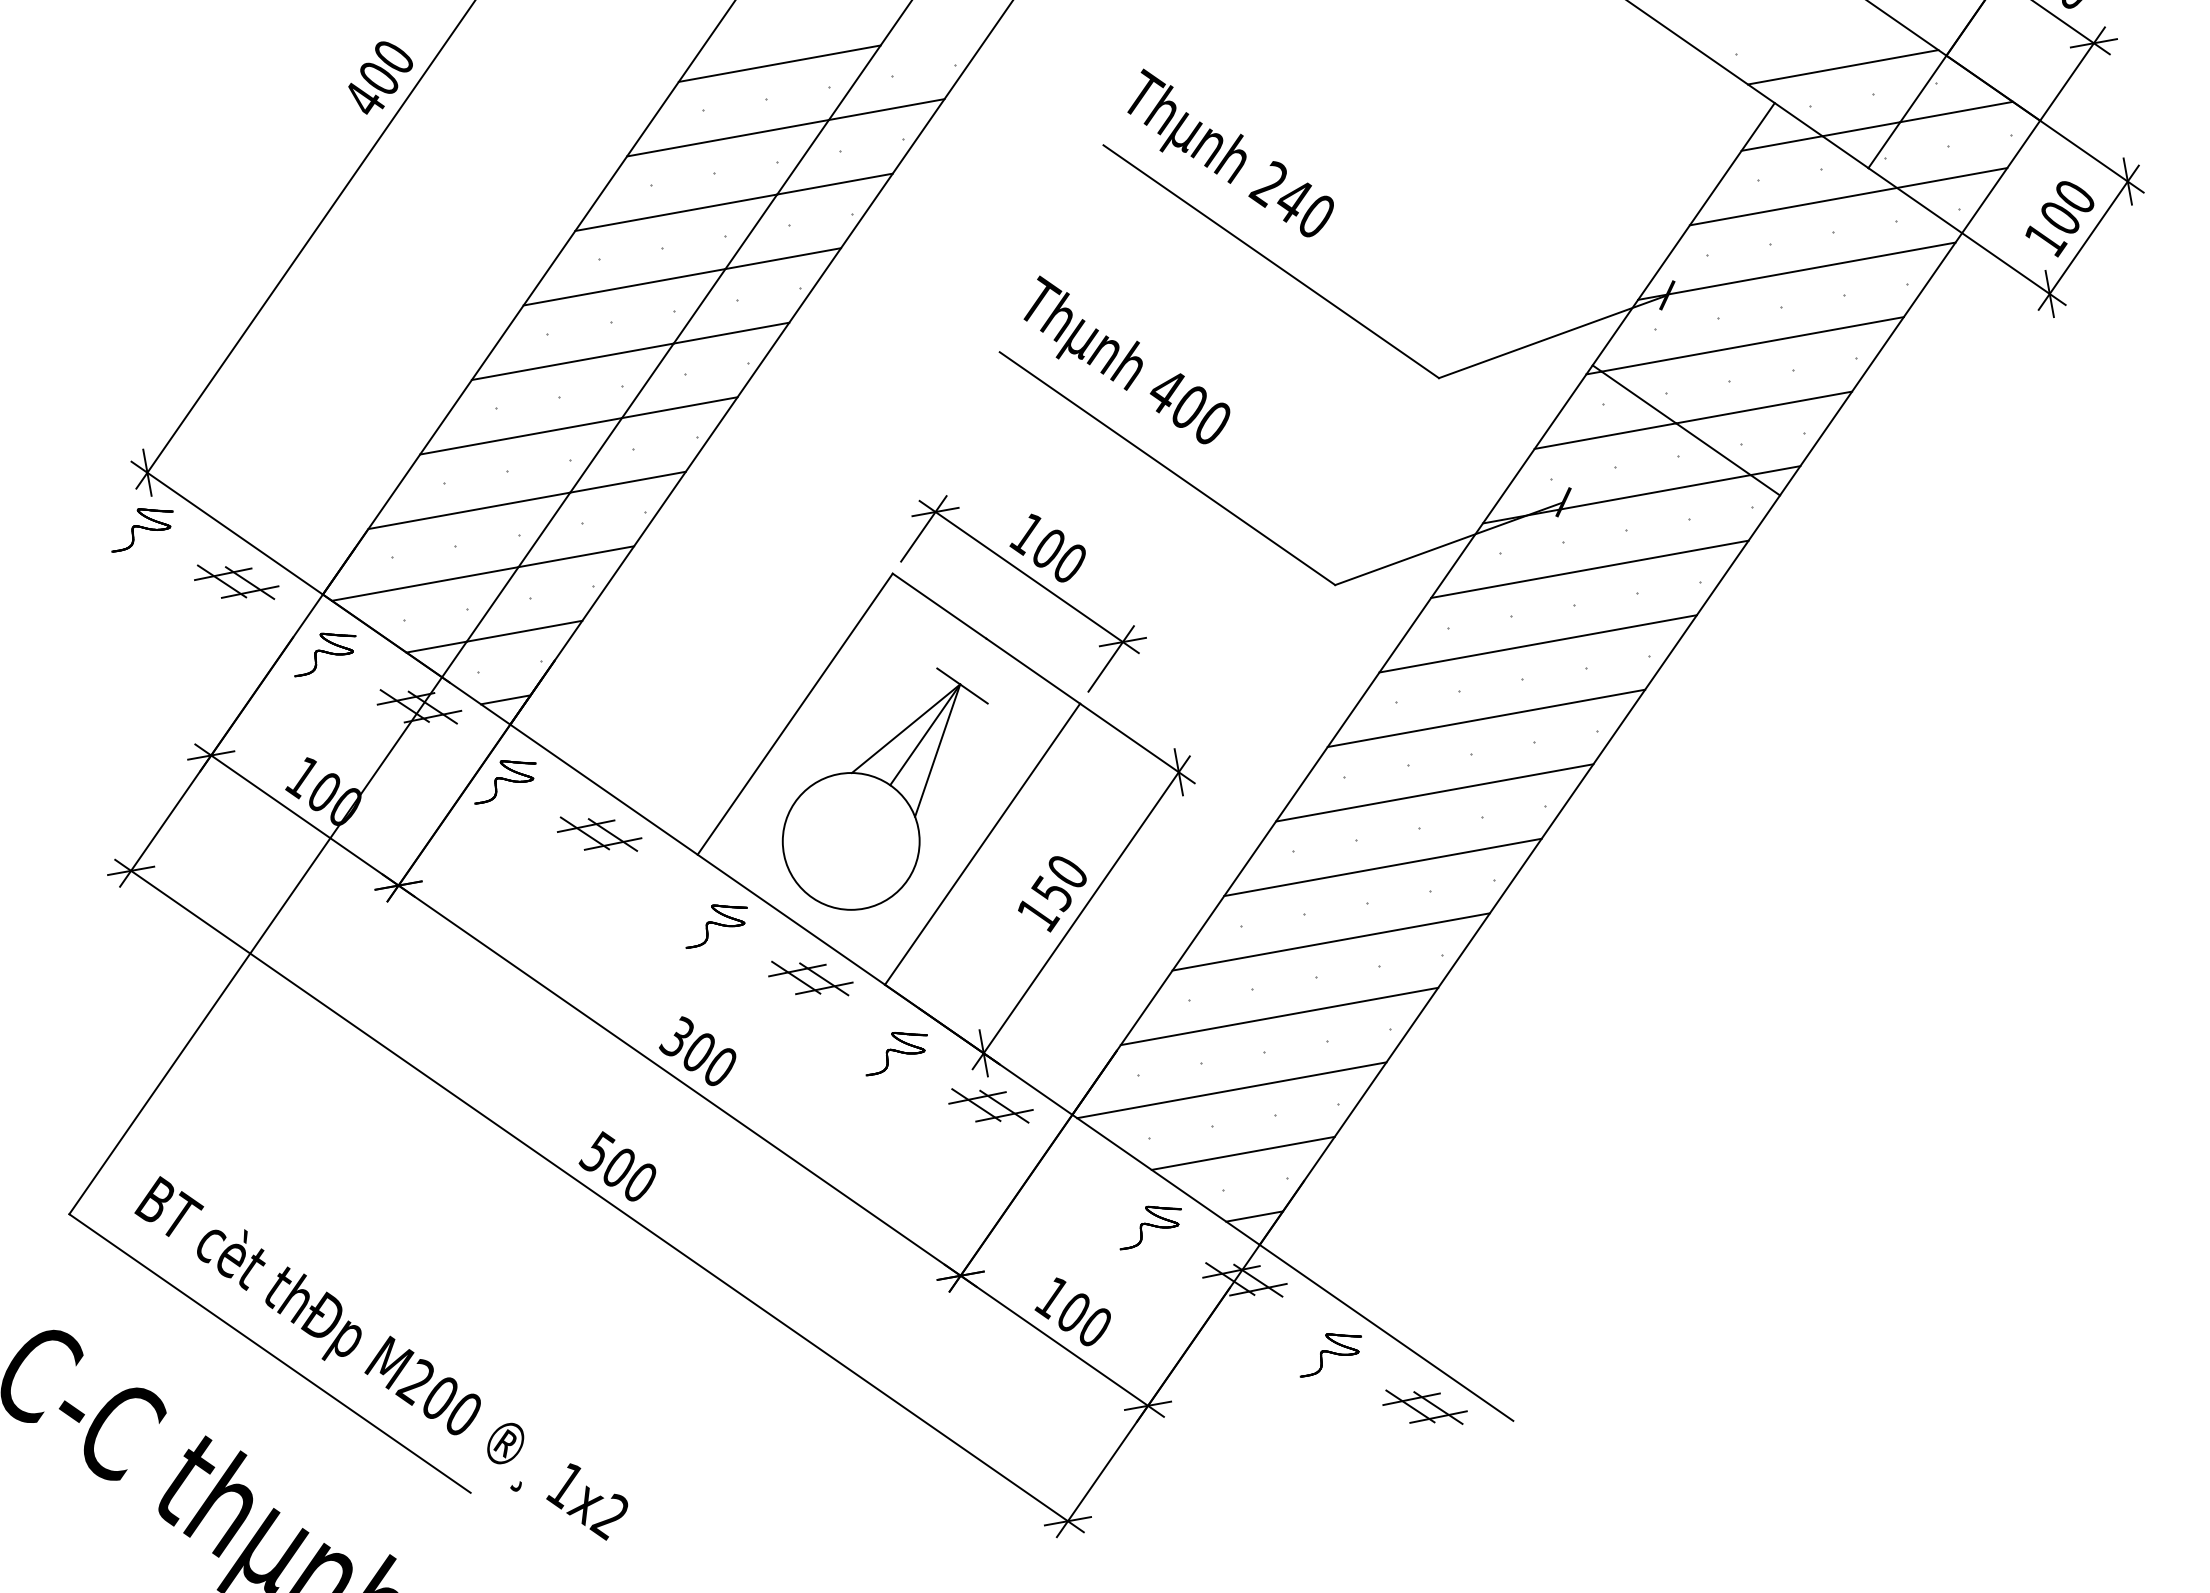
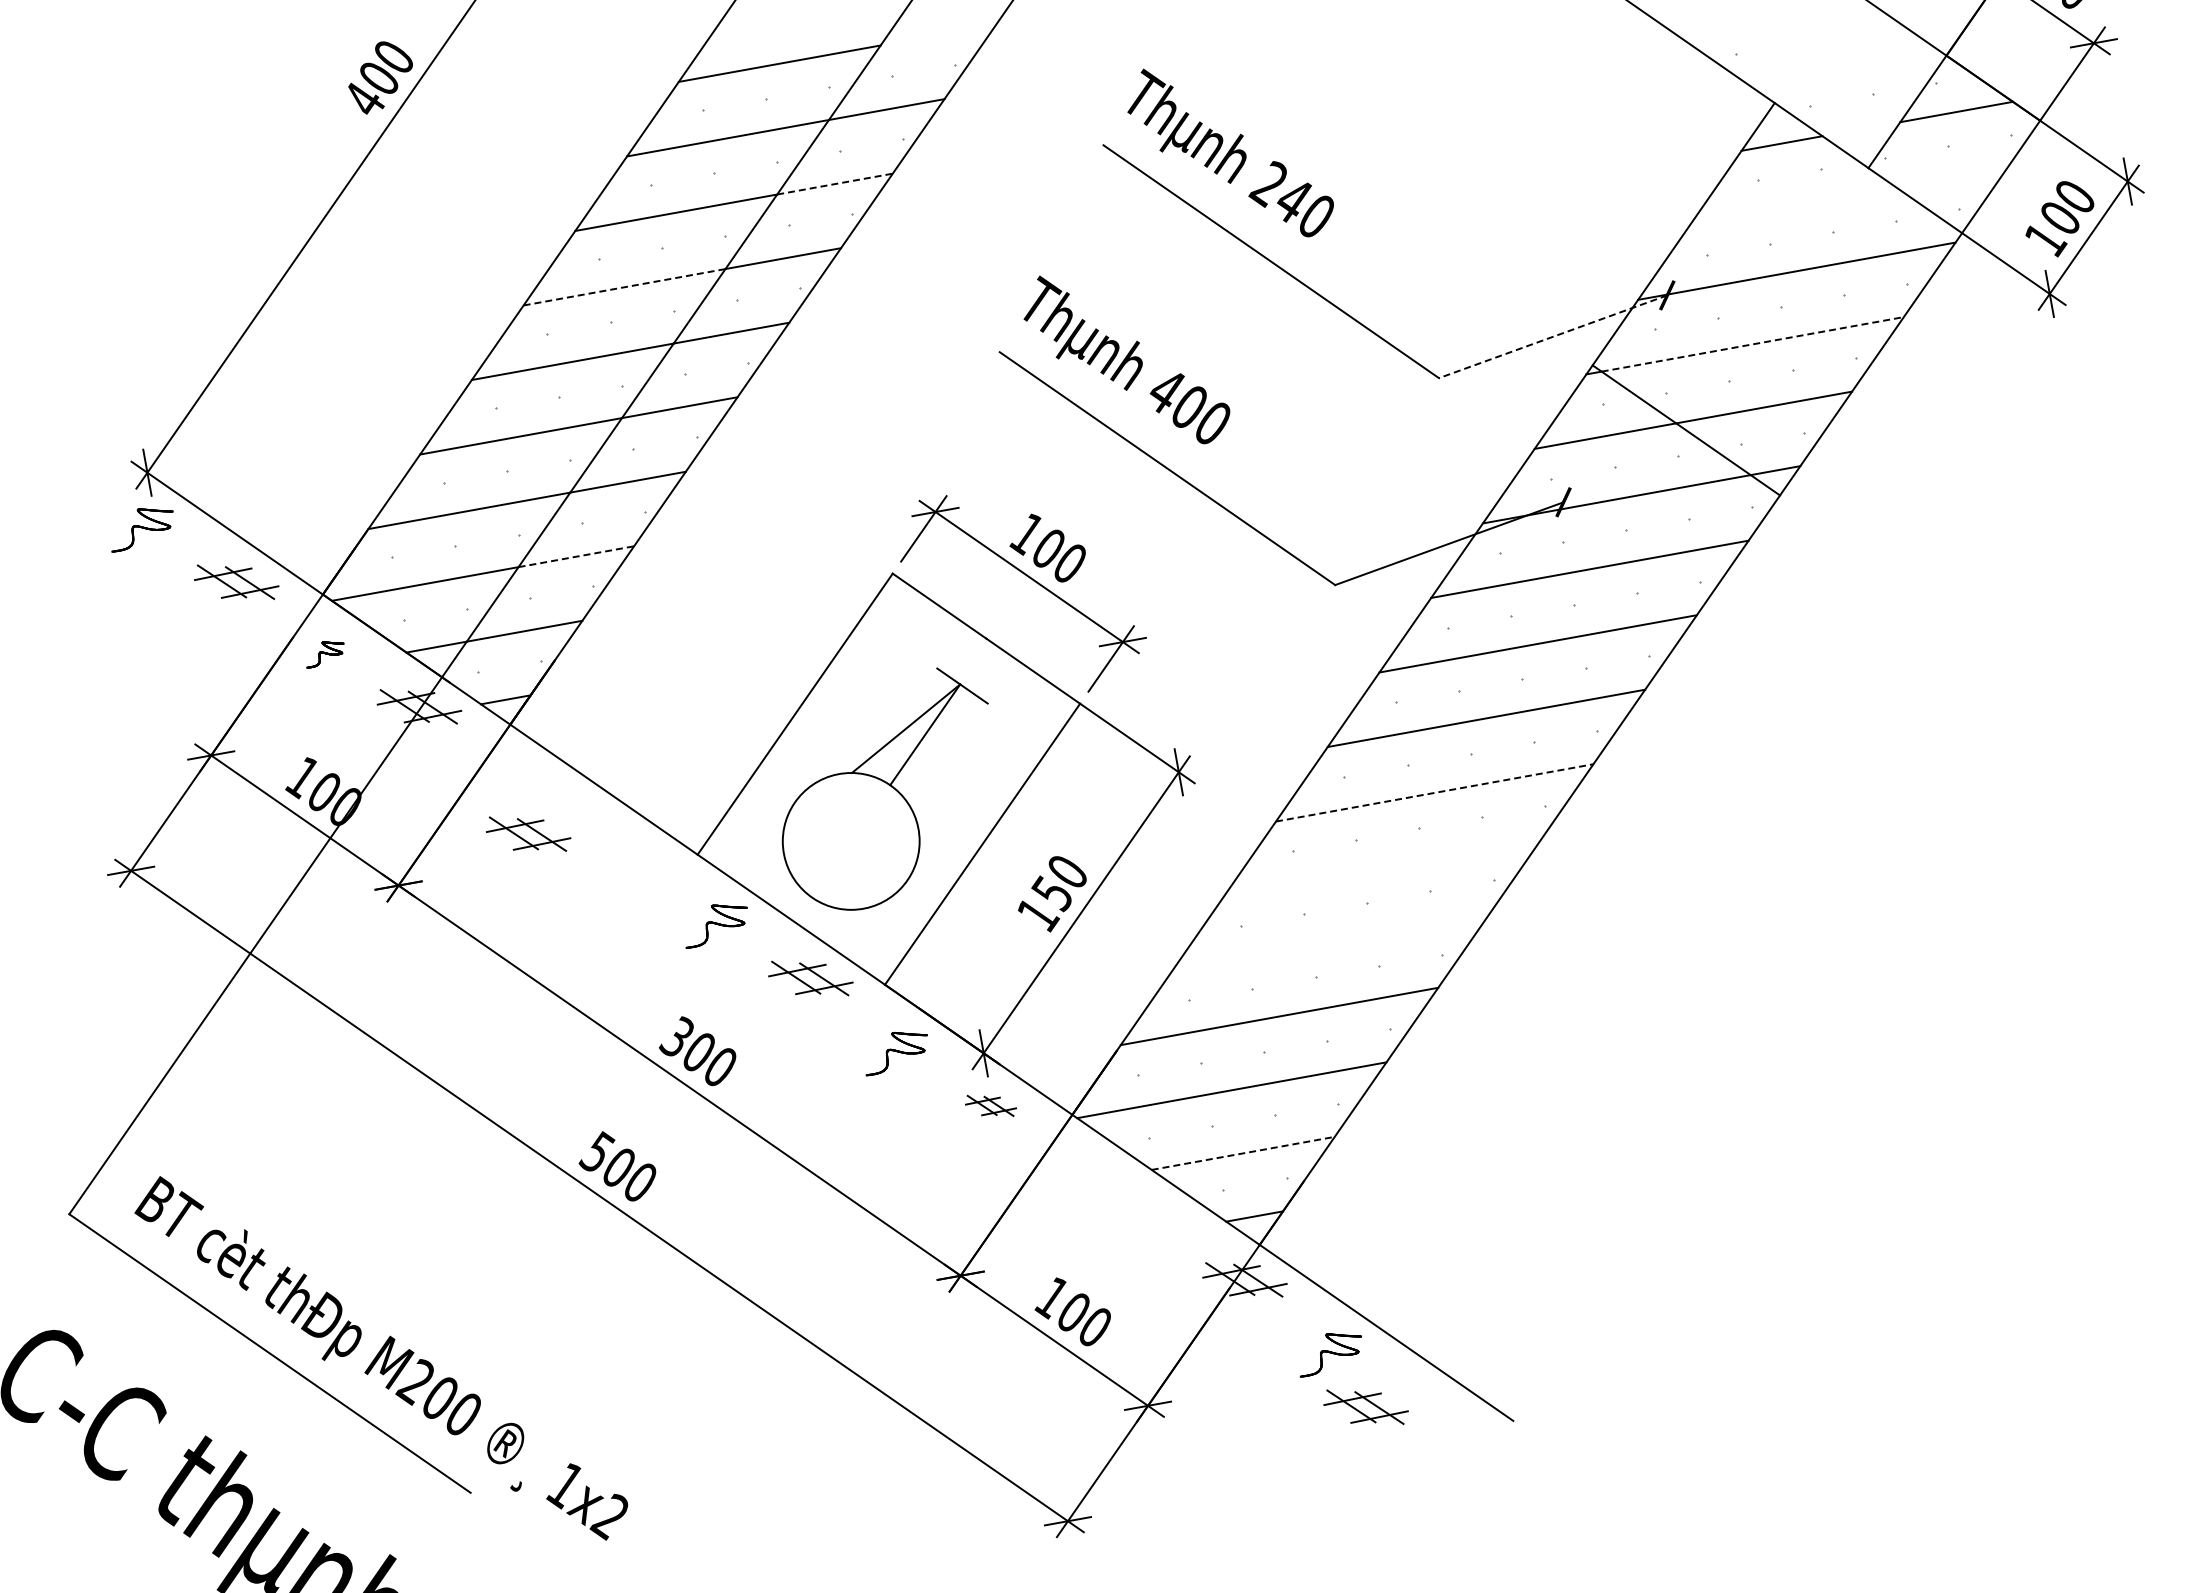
line at (1842, 67): present -> none
line at (1861, 129): present -> none
line at (835, 184): solid -> dashed
line at (1848, 196): present -> none
line at (624, 287): solid -> dashed
line at (1552, 336): solid -> dashed
line at (1752, 344): solid -> dashed
line at (576, 556): solid -> dashed
part at (325, 654) size: 63x46 px -> 39x28 px
line at (937, 750): present -> none
part at (505, 782): present -> none
line at (1435, 792): solid -> dashed
part at (599, 833) position: (599, 833) -> (528, 833)
line at (1382, 867): present -> none
line at (1330, 941): present -> none
part at (990, 1105) size: 86x36 px -> 52x23 px
line at (1243, 1153): solid -> dashed
part at (1150, 1227): present -> none
part at (1424, 1406) position: (1424, 1406) -> (1365, 1406)
